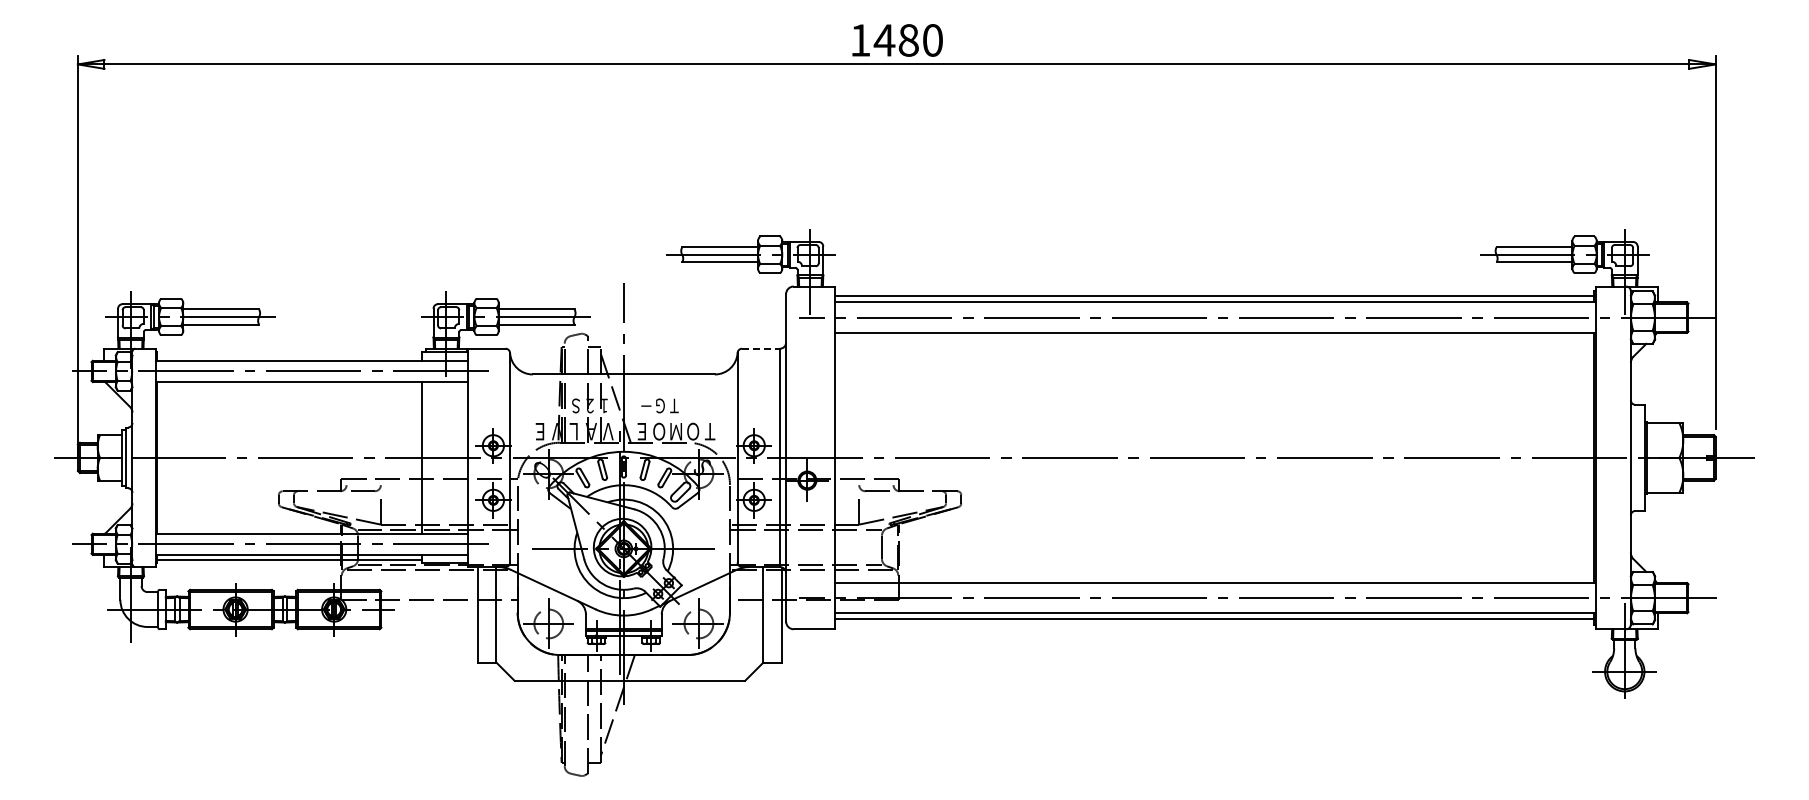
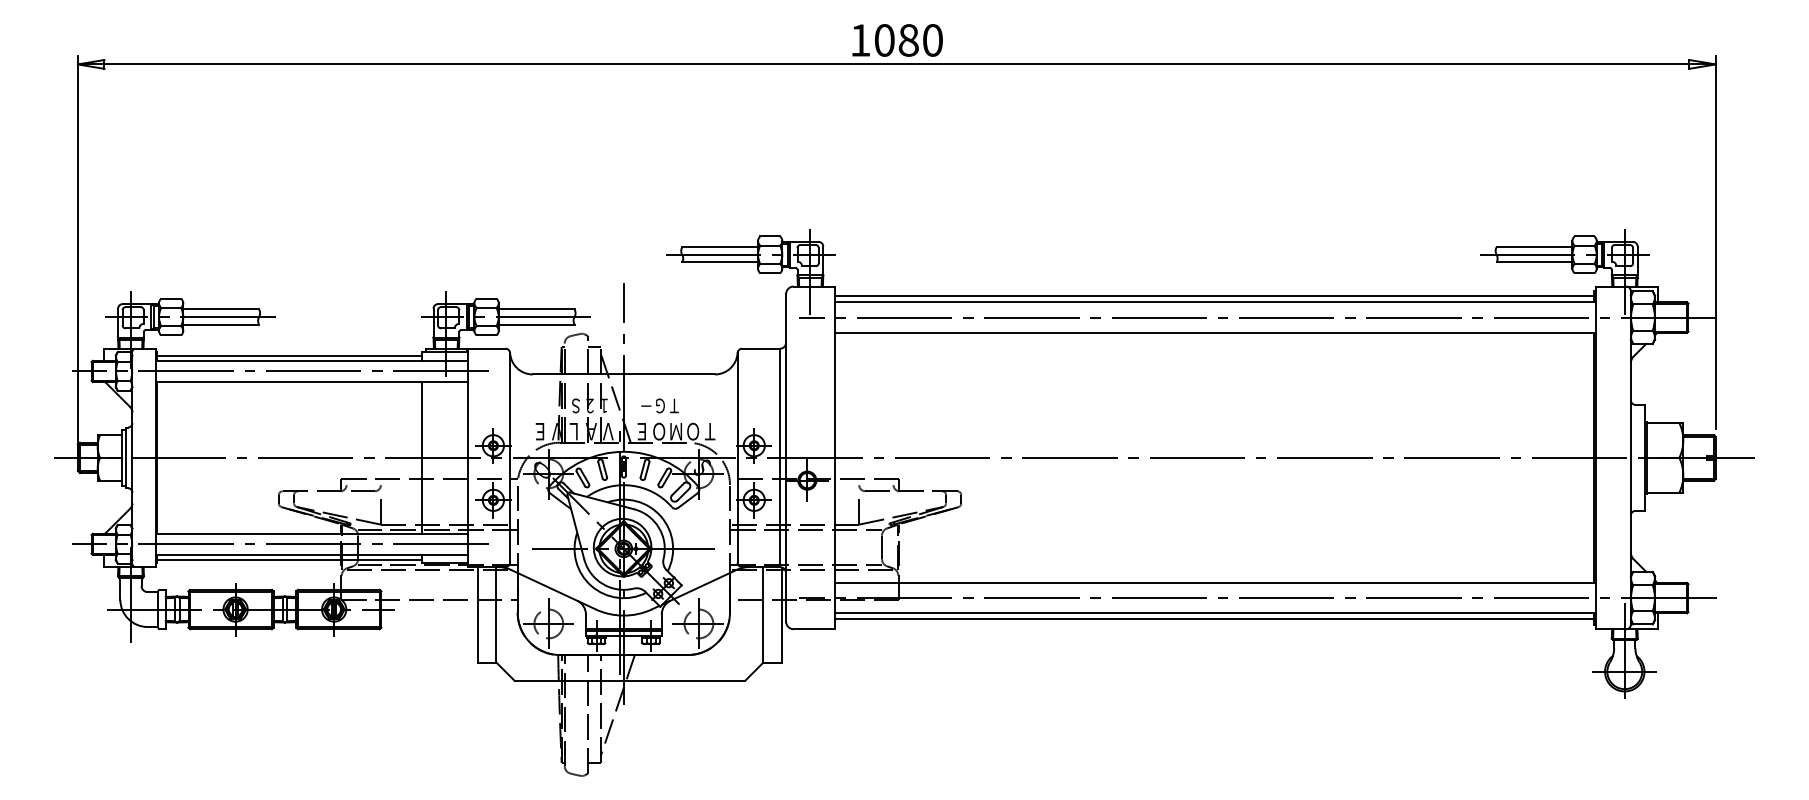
text at (884, 40): 1480 -> 1080
line at (761, 348): dashed -> solid
line at (289, 356): none -> present
